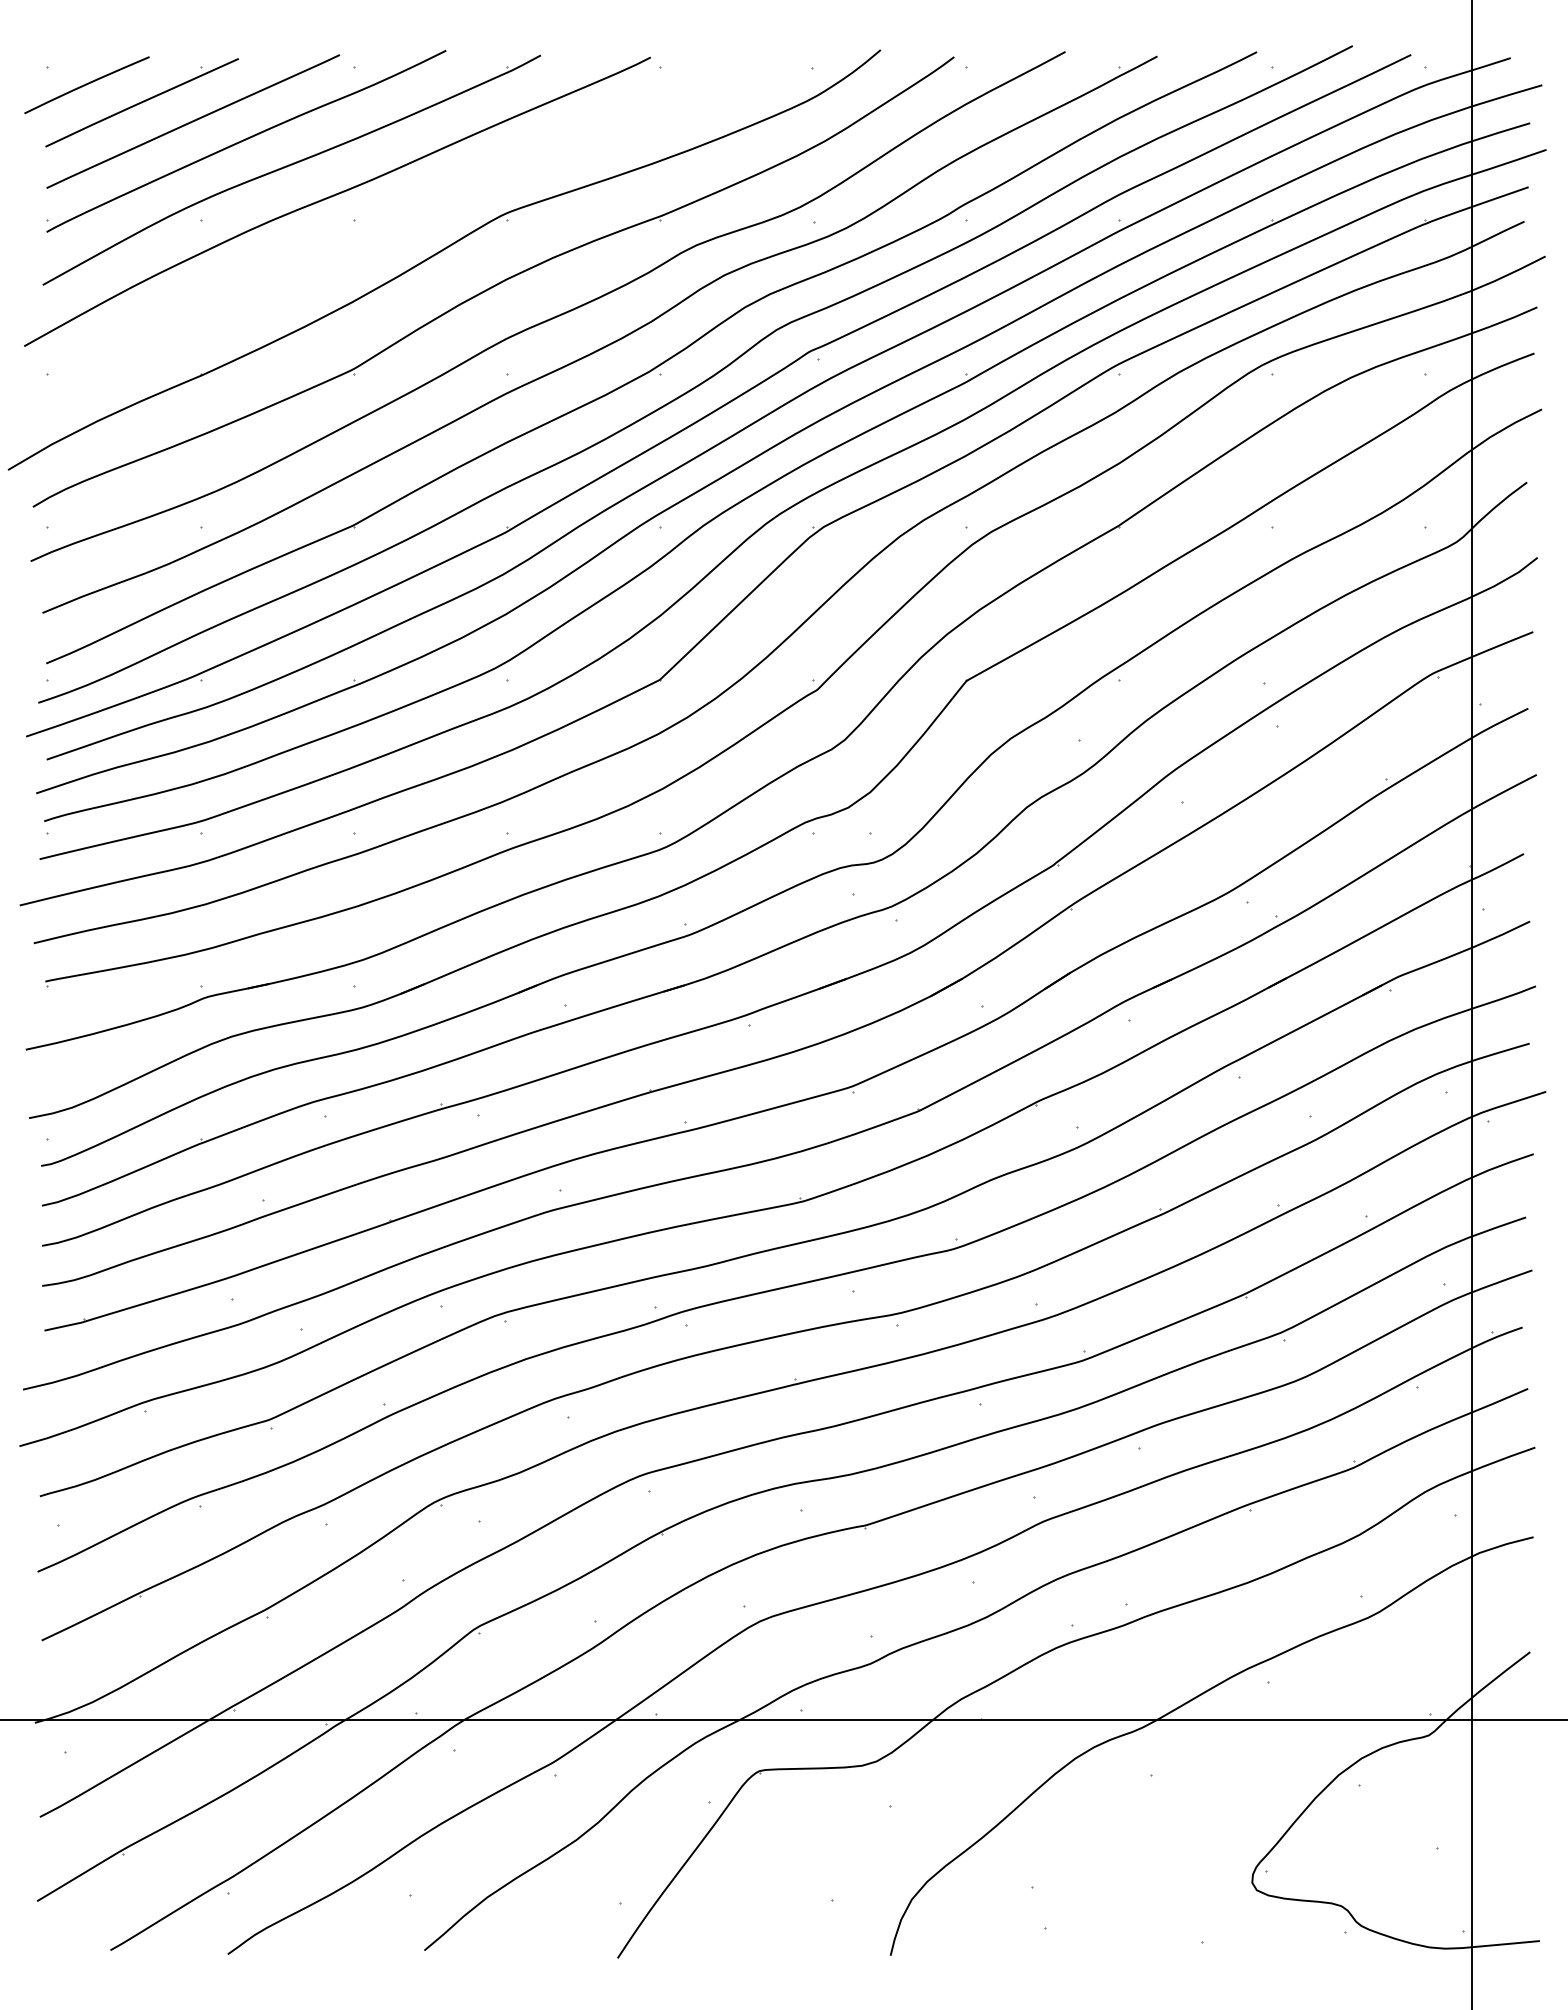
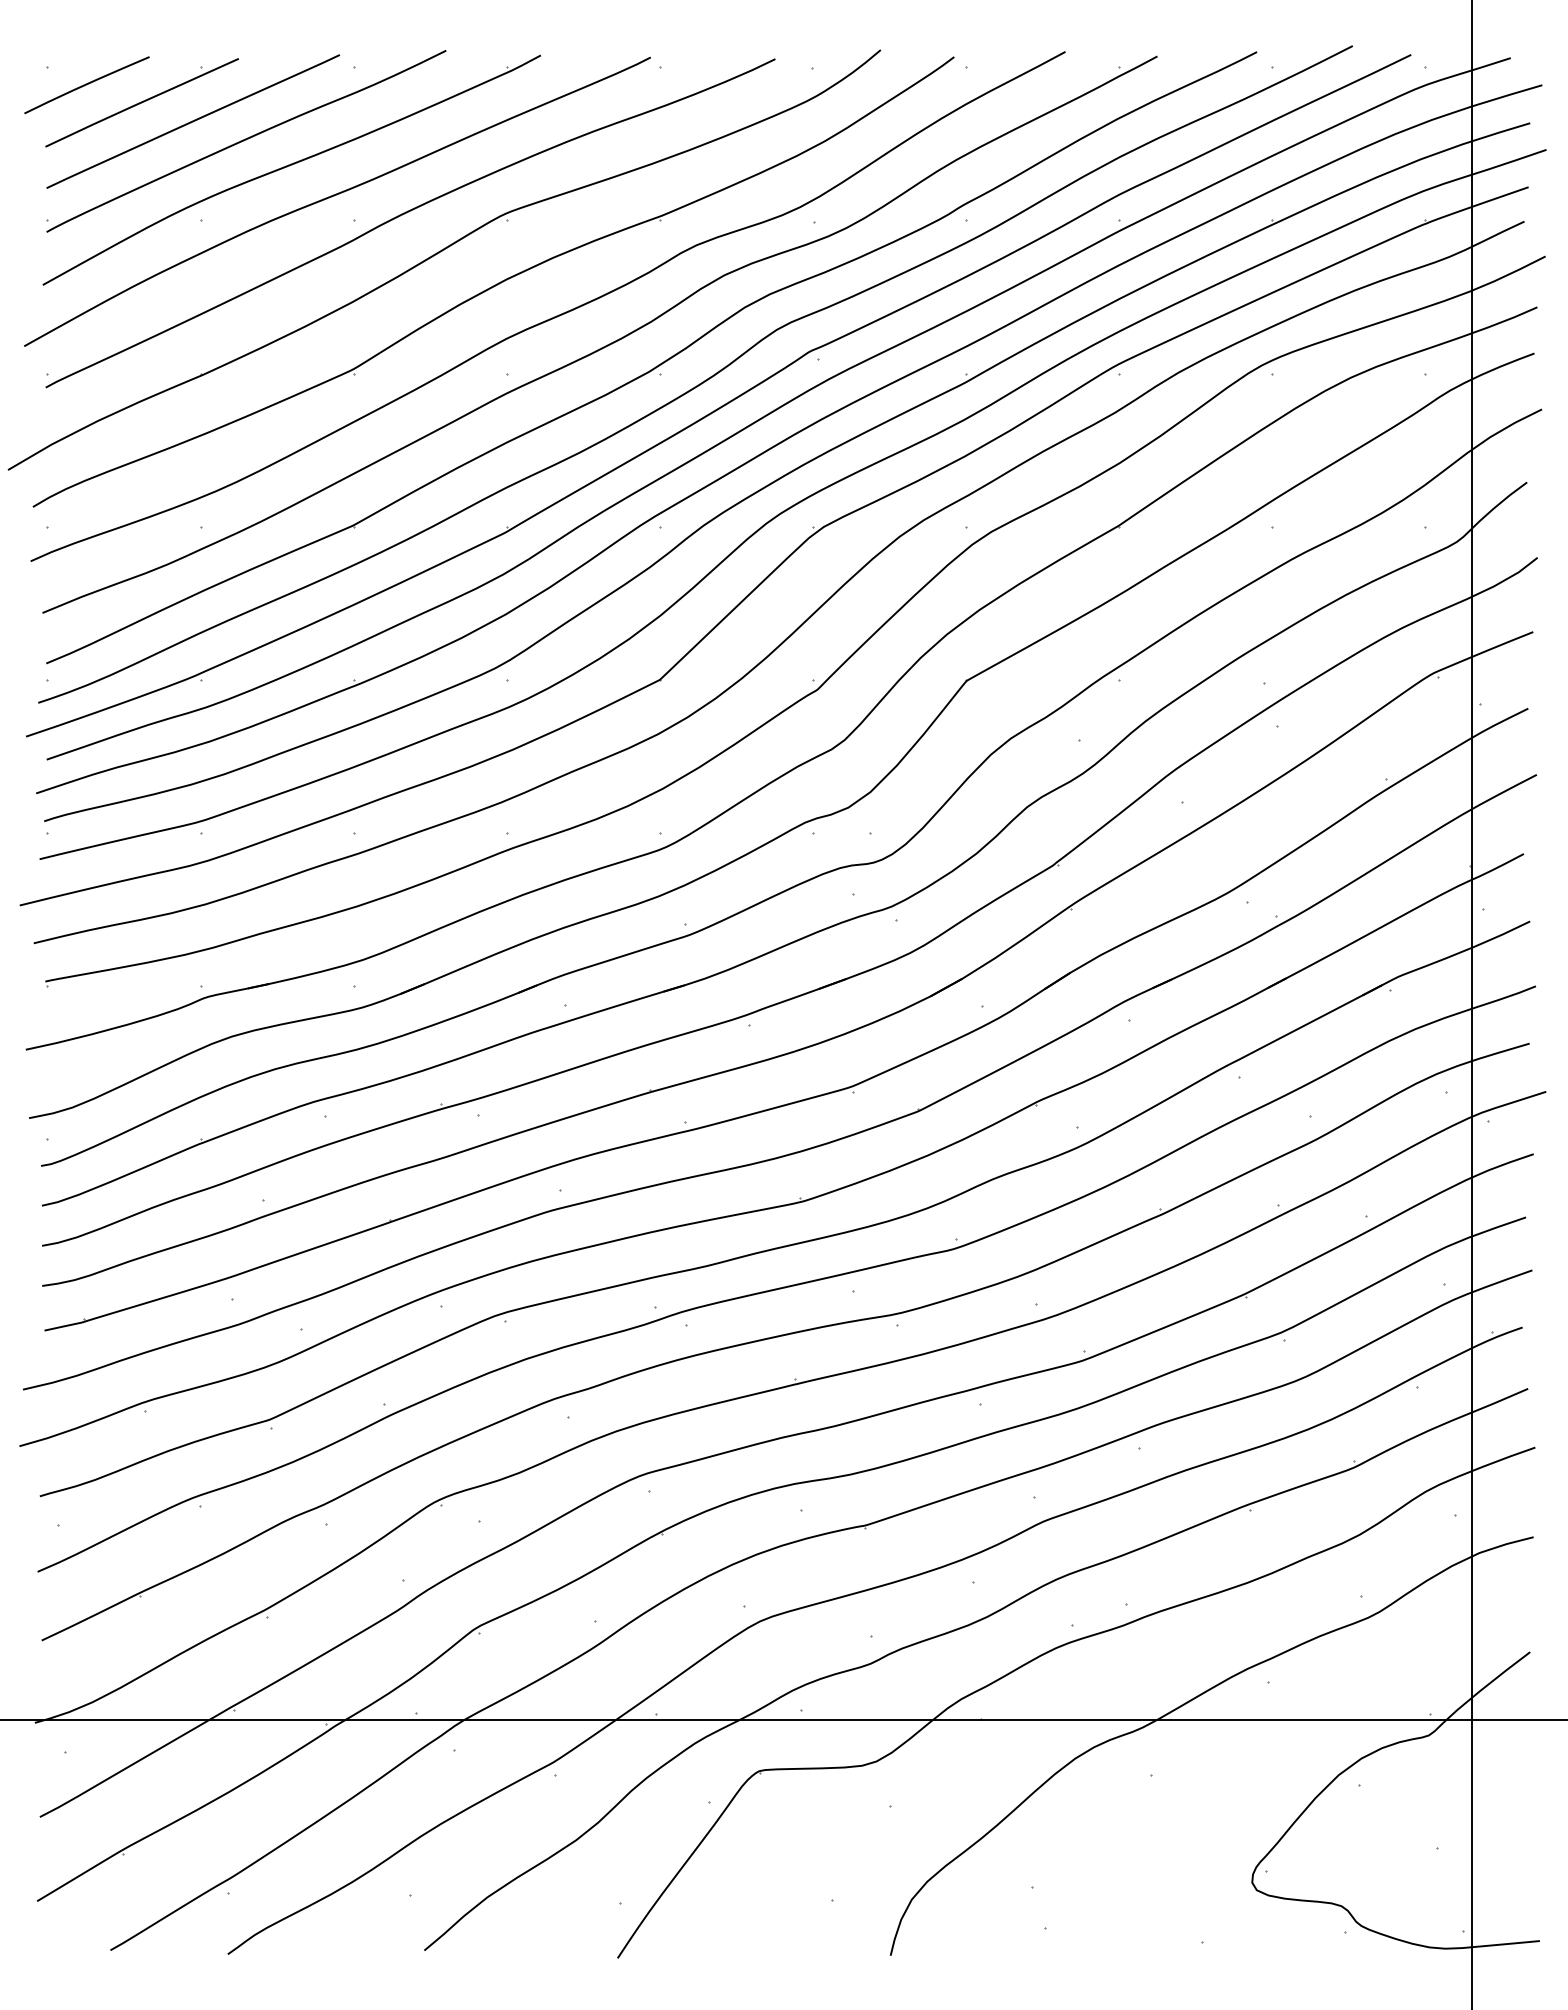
curve at (406, 213): none -> present
